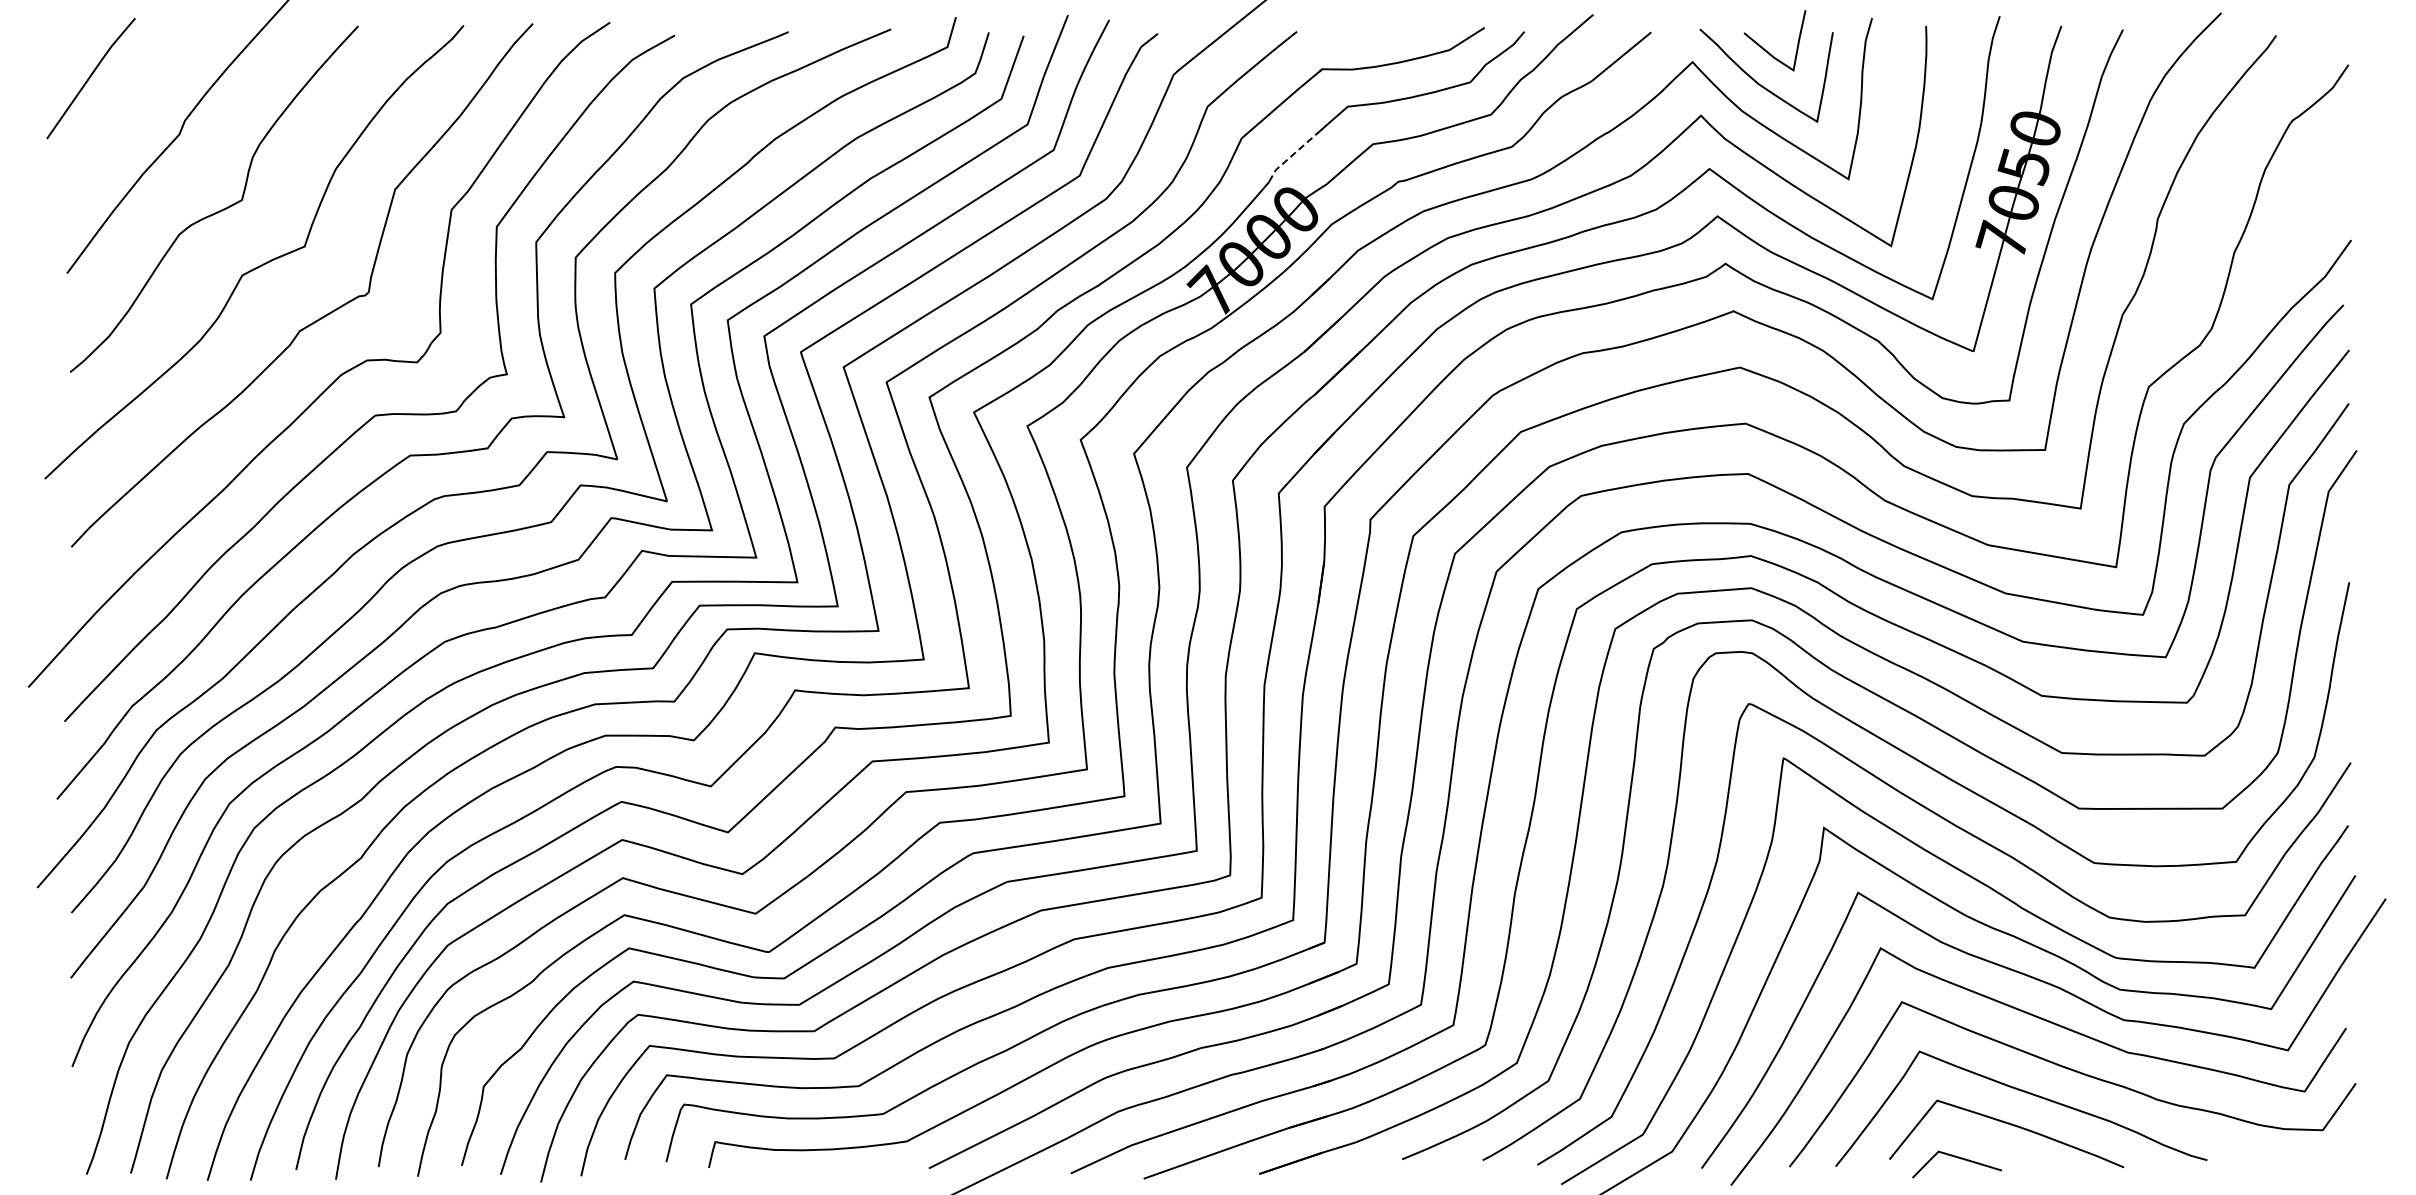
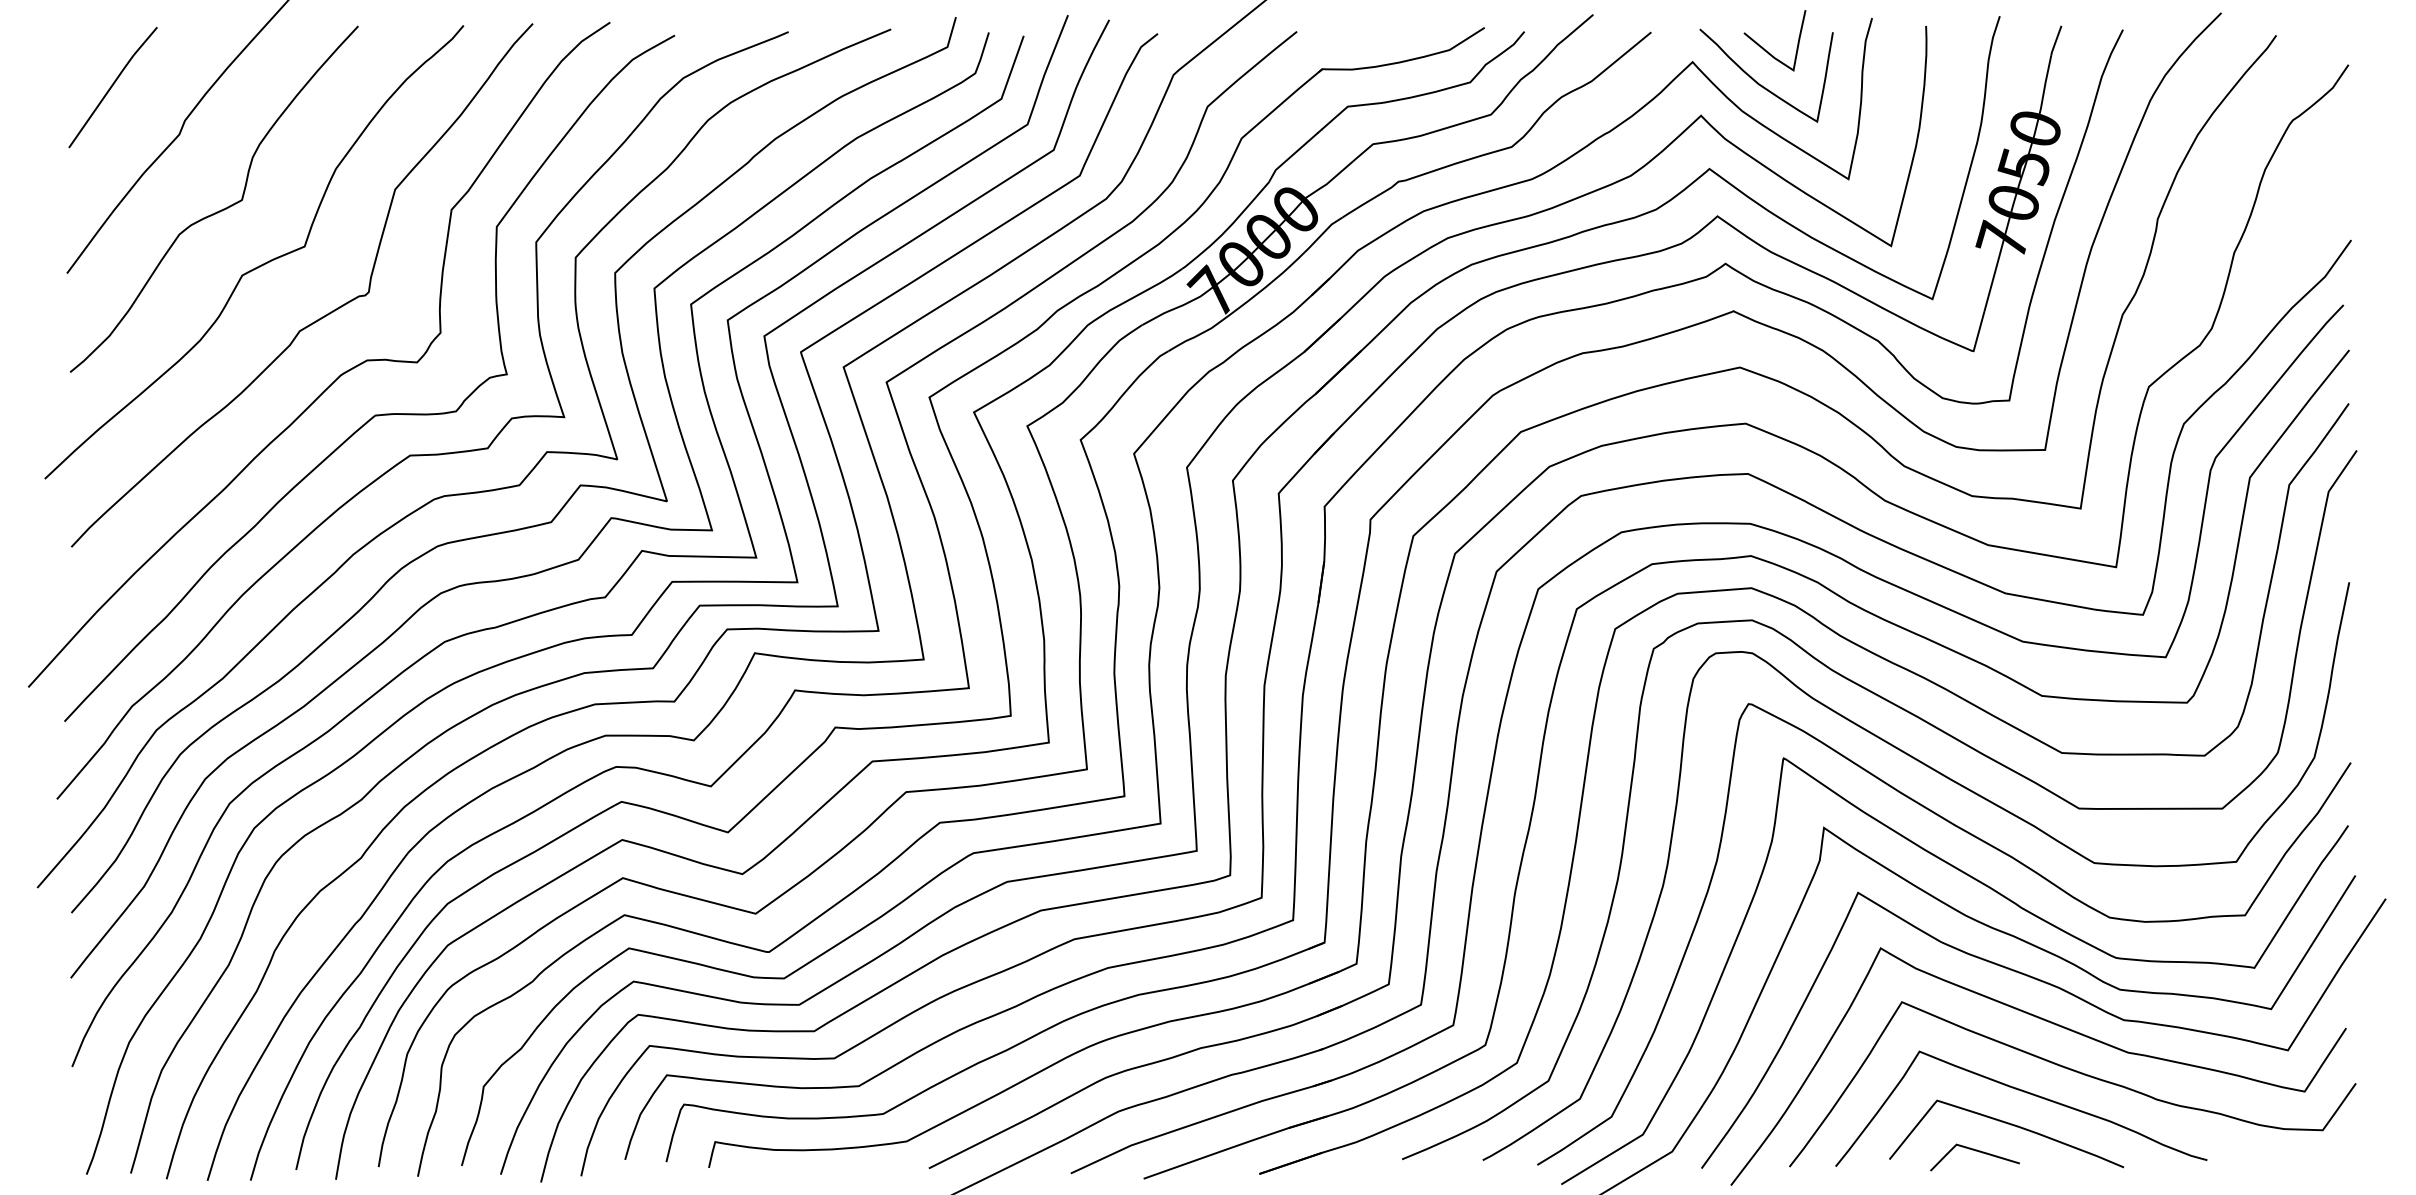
line at (90, 78) position: (90, 78) -> (112, 87)
line at (1291, 156): dashed -> solid
line at (1957, 1158) position: (1957, 1158) -> (1975, 1151)
